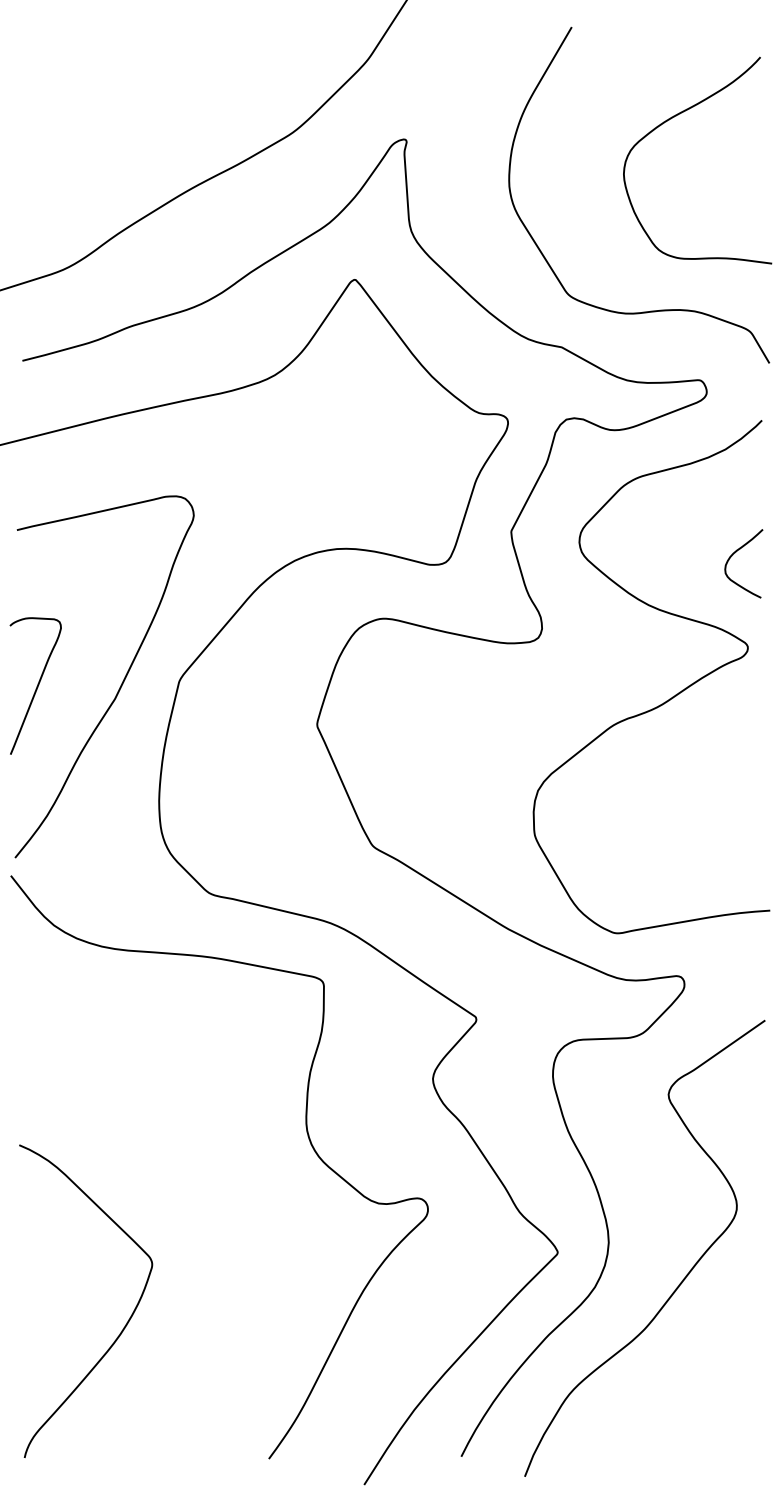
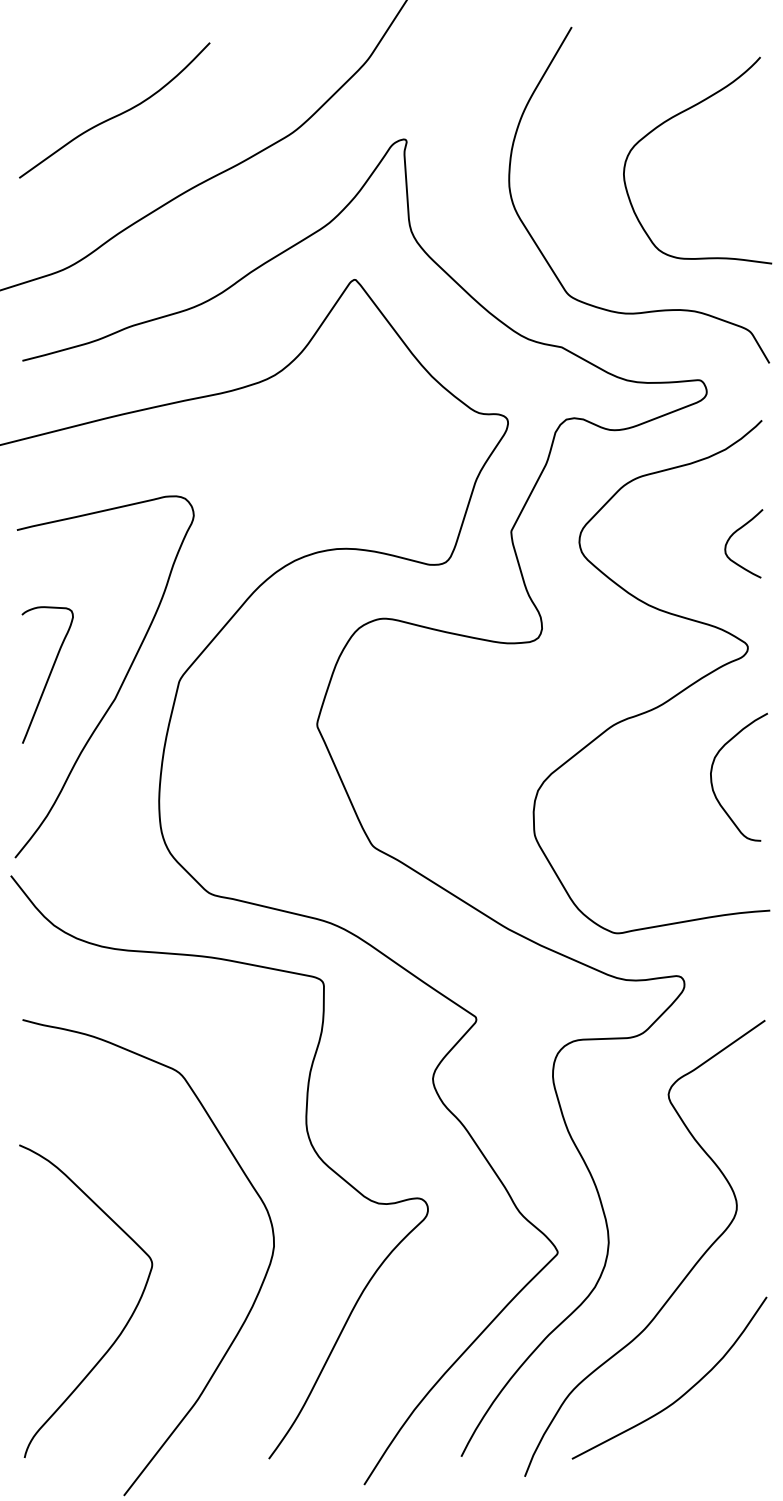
curve at (117, 114): none -> present
curve at (735, 553) position: (735, 553) -> (735, 533)
curve at (36, 686) position: (36, 686) -> (48, 675)
curve at (712, 778): none -> present
curve at (248, 1311): none -> present
curve at (683, 1393): none -> present
